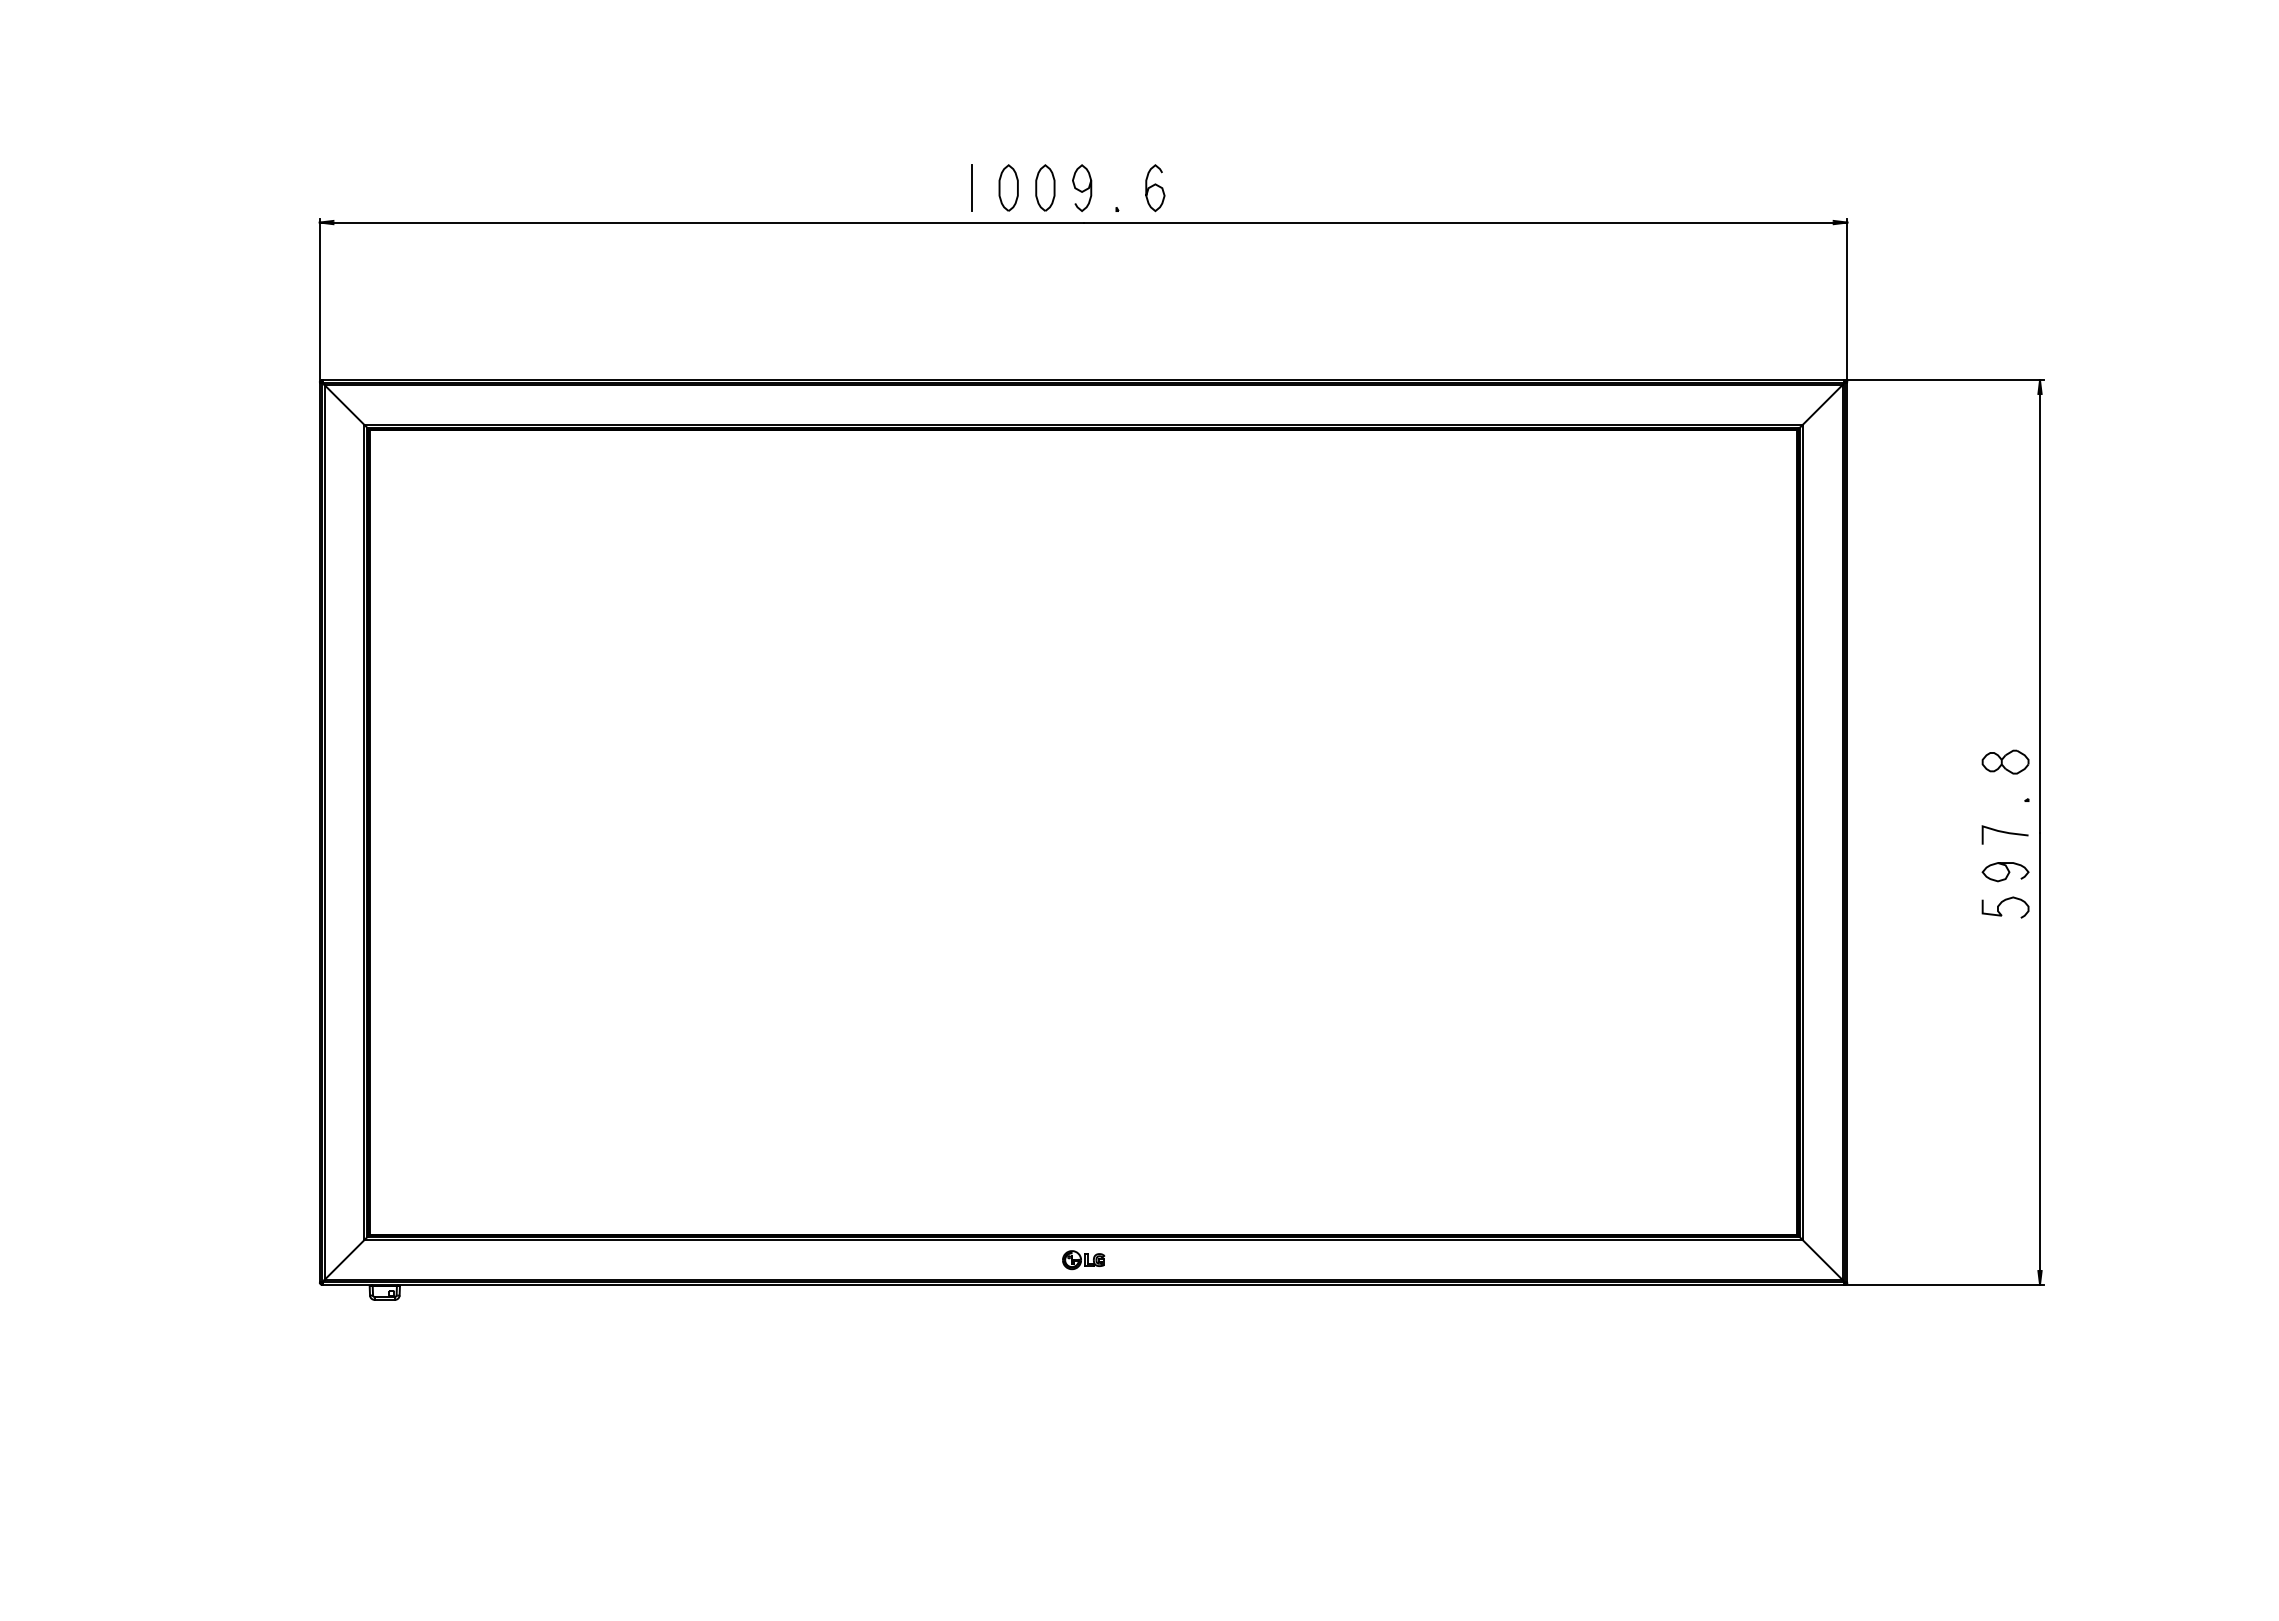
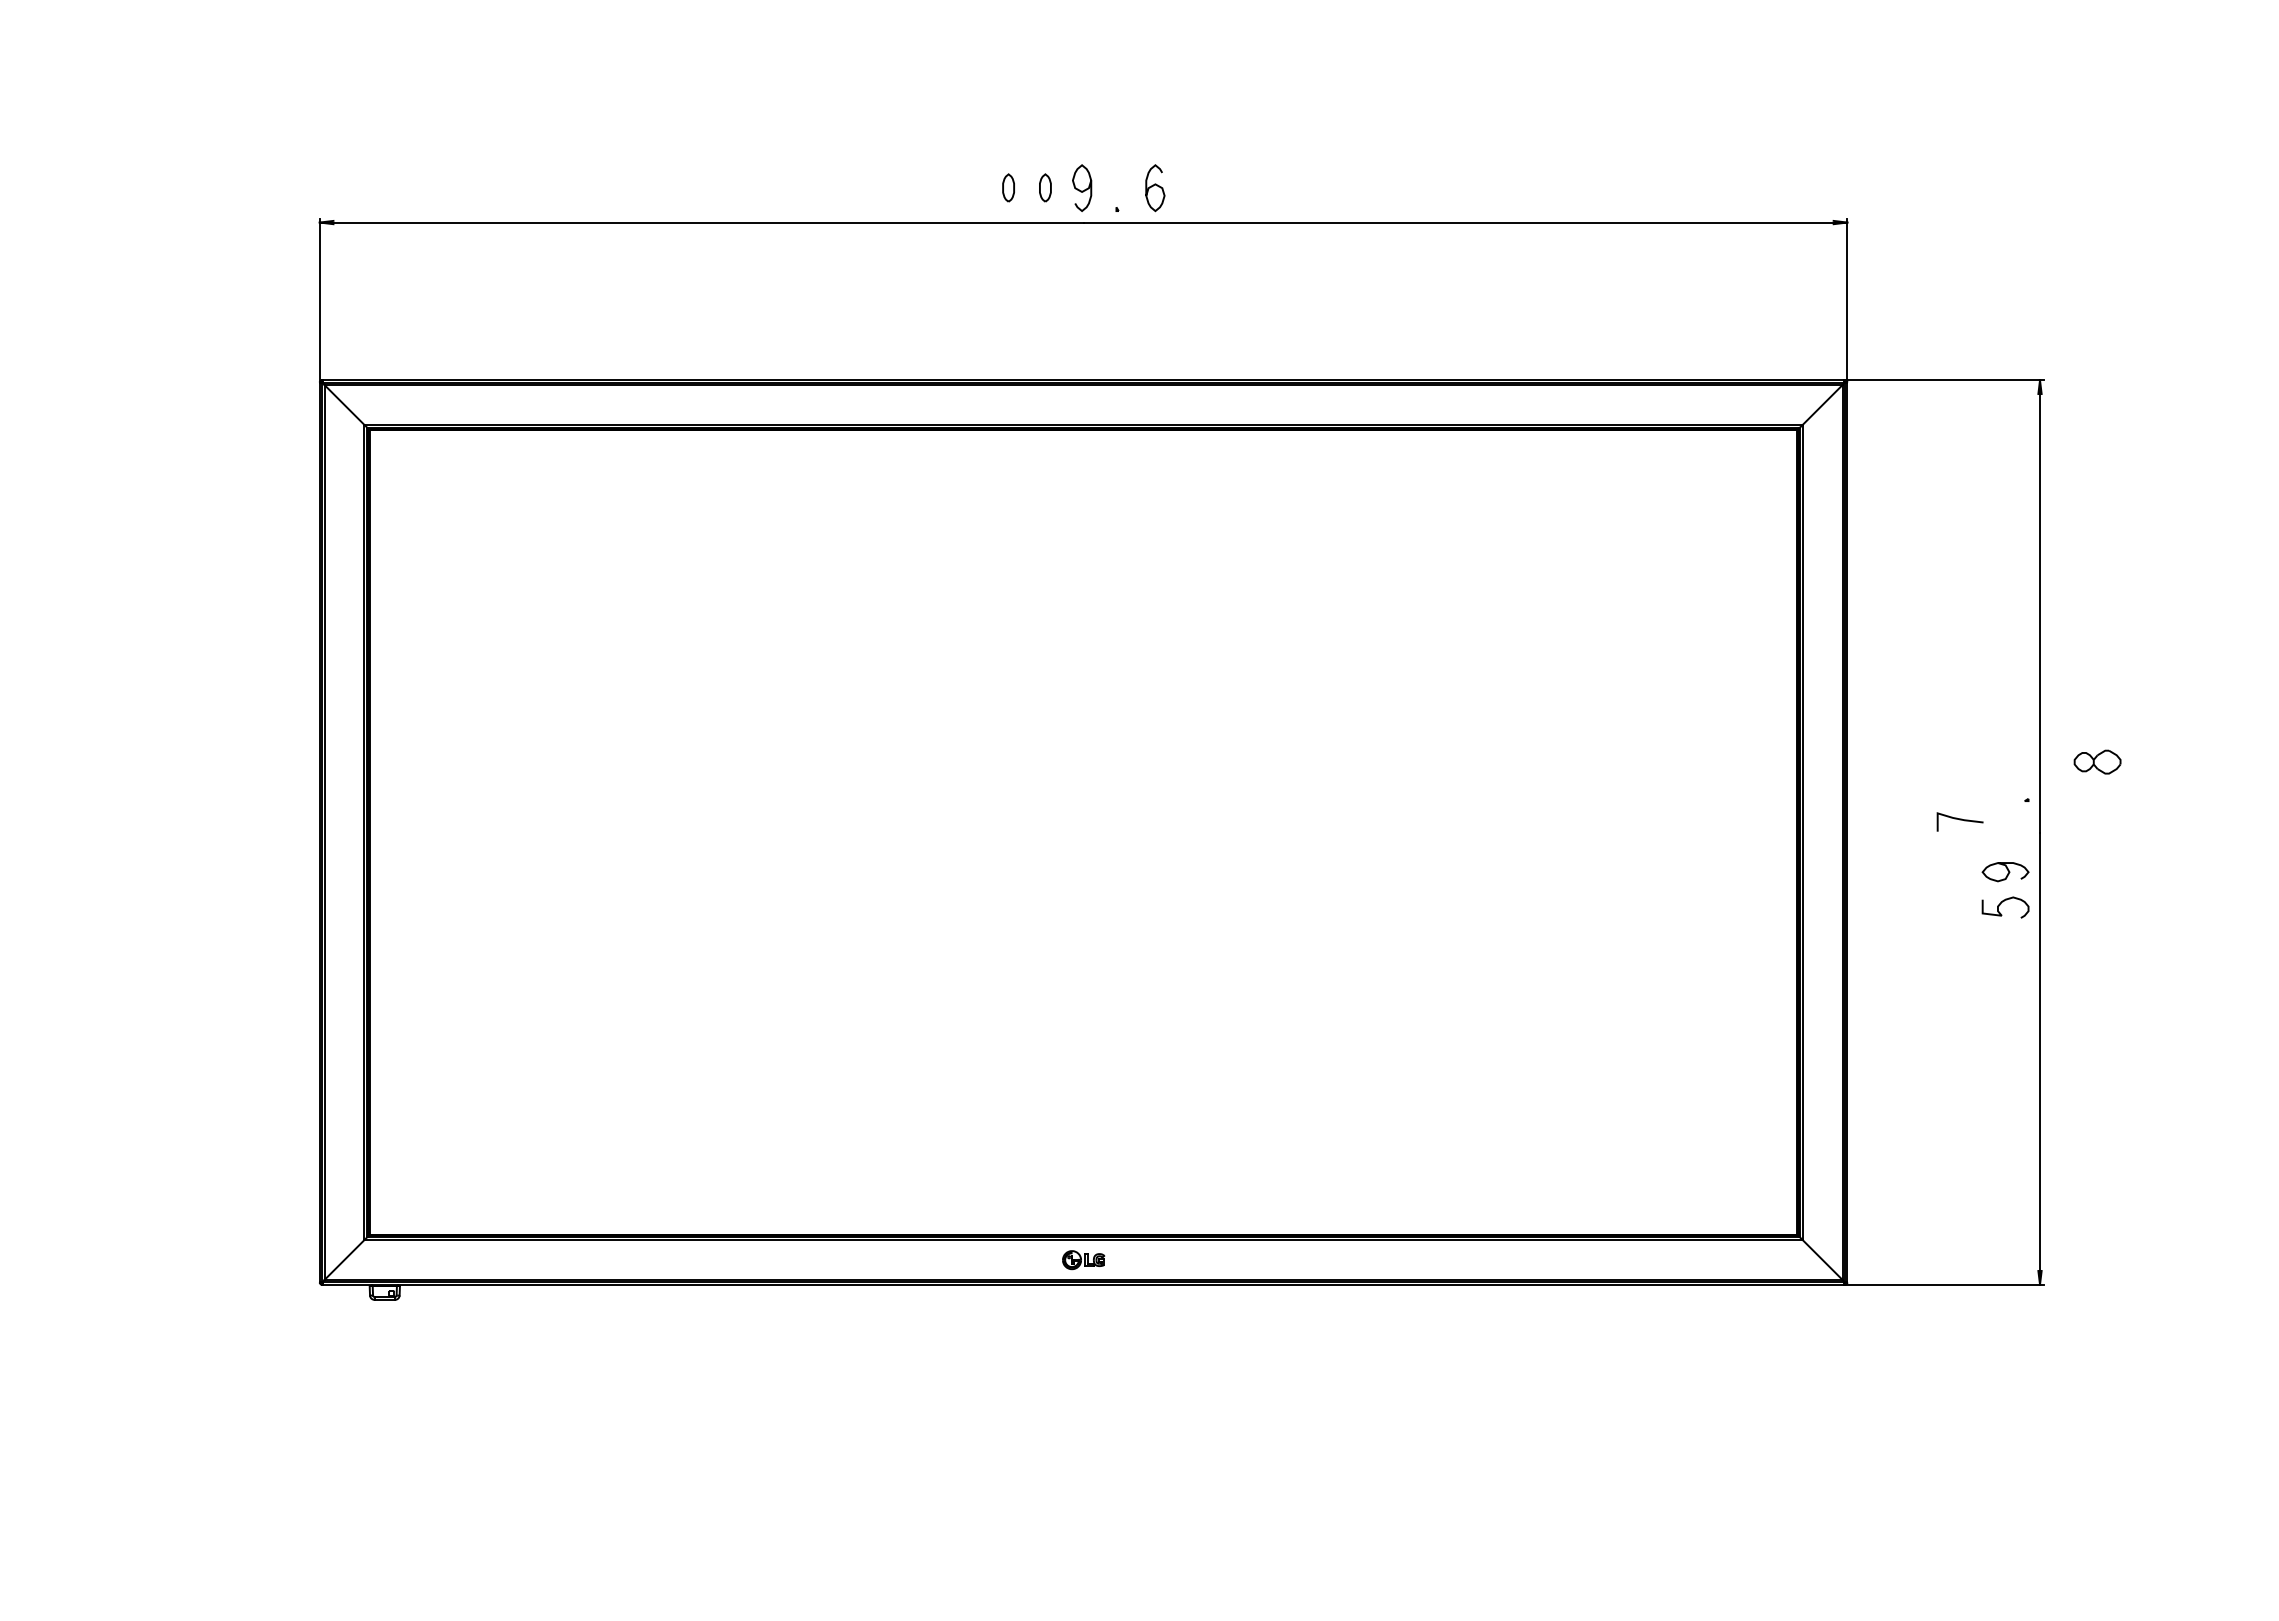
part at (1008, 187) size: 21x48 px -> 13x30 px
part at (1045, 187) size: 21x48 px -> 13x30 px
line at (972, 188): present -> none
part at (2005, 761) position: (2005, 761) -> (2097, 761)
curve at (2004, 833) position: (2004, 833) -> (1959, 820)
